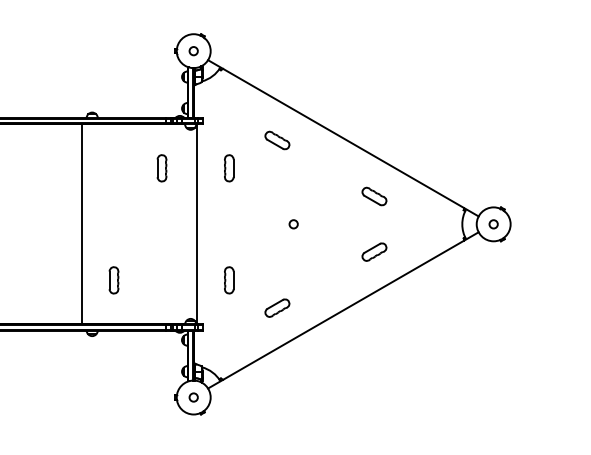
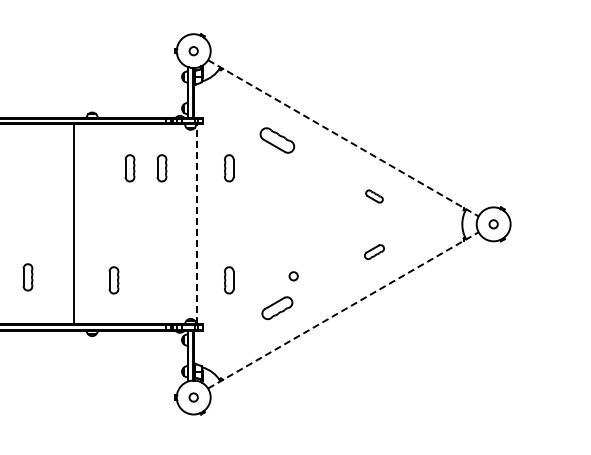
line at (343, 138): solid -> dashed
part at (277, 140) size: 27x21 px -> 37x27 px
part at (129, 168): none -> present
part at (374, 196) size: 27x21 px -> 19x15 px
line at (197, 223): solid -> dashed
line at (81, 224) position: (81, 224) -> (73, 224)
circle at (293, 224) position: (293, 224) -> (293, 276)
part at (374, 251) size: 27x20 px -> 21x17 px
part at (27, 277): none -> present
part at (277, 307) size: 27x20 px -> 33x25 px
line at (343, 310): solid -> dashed
